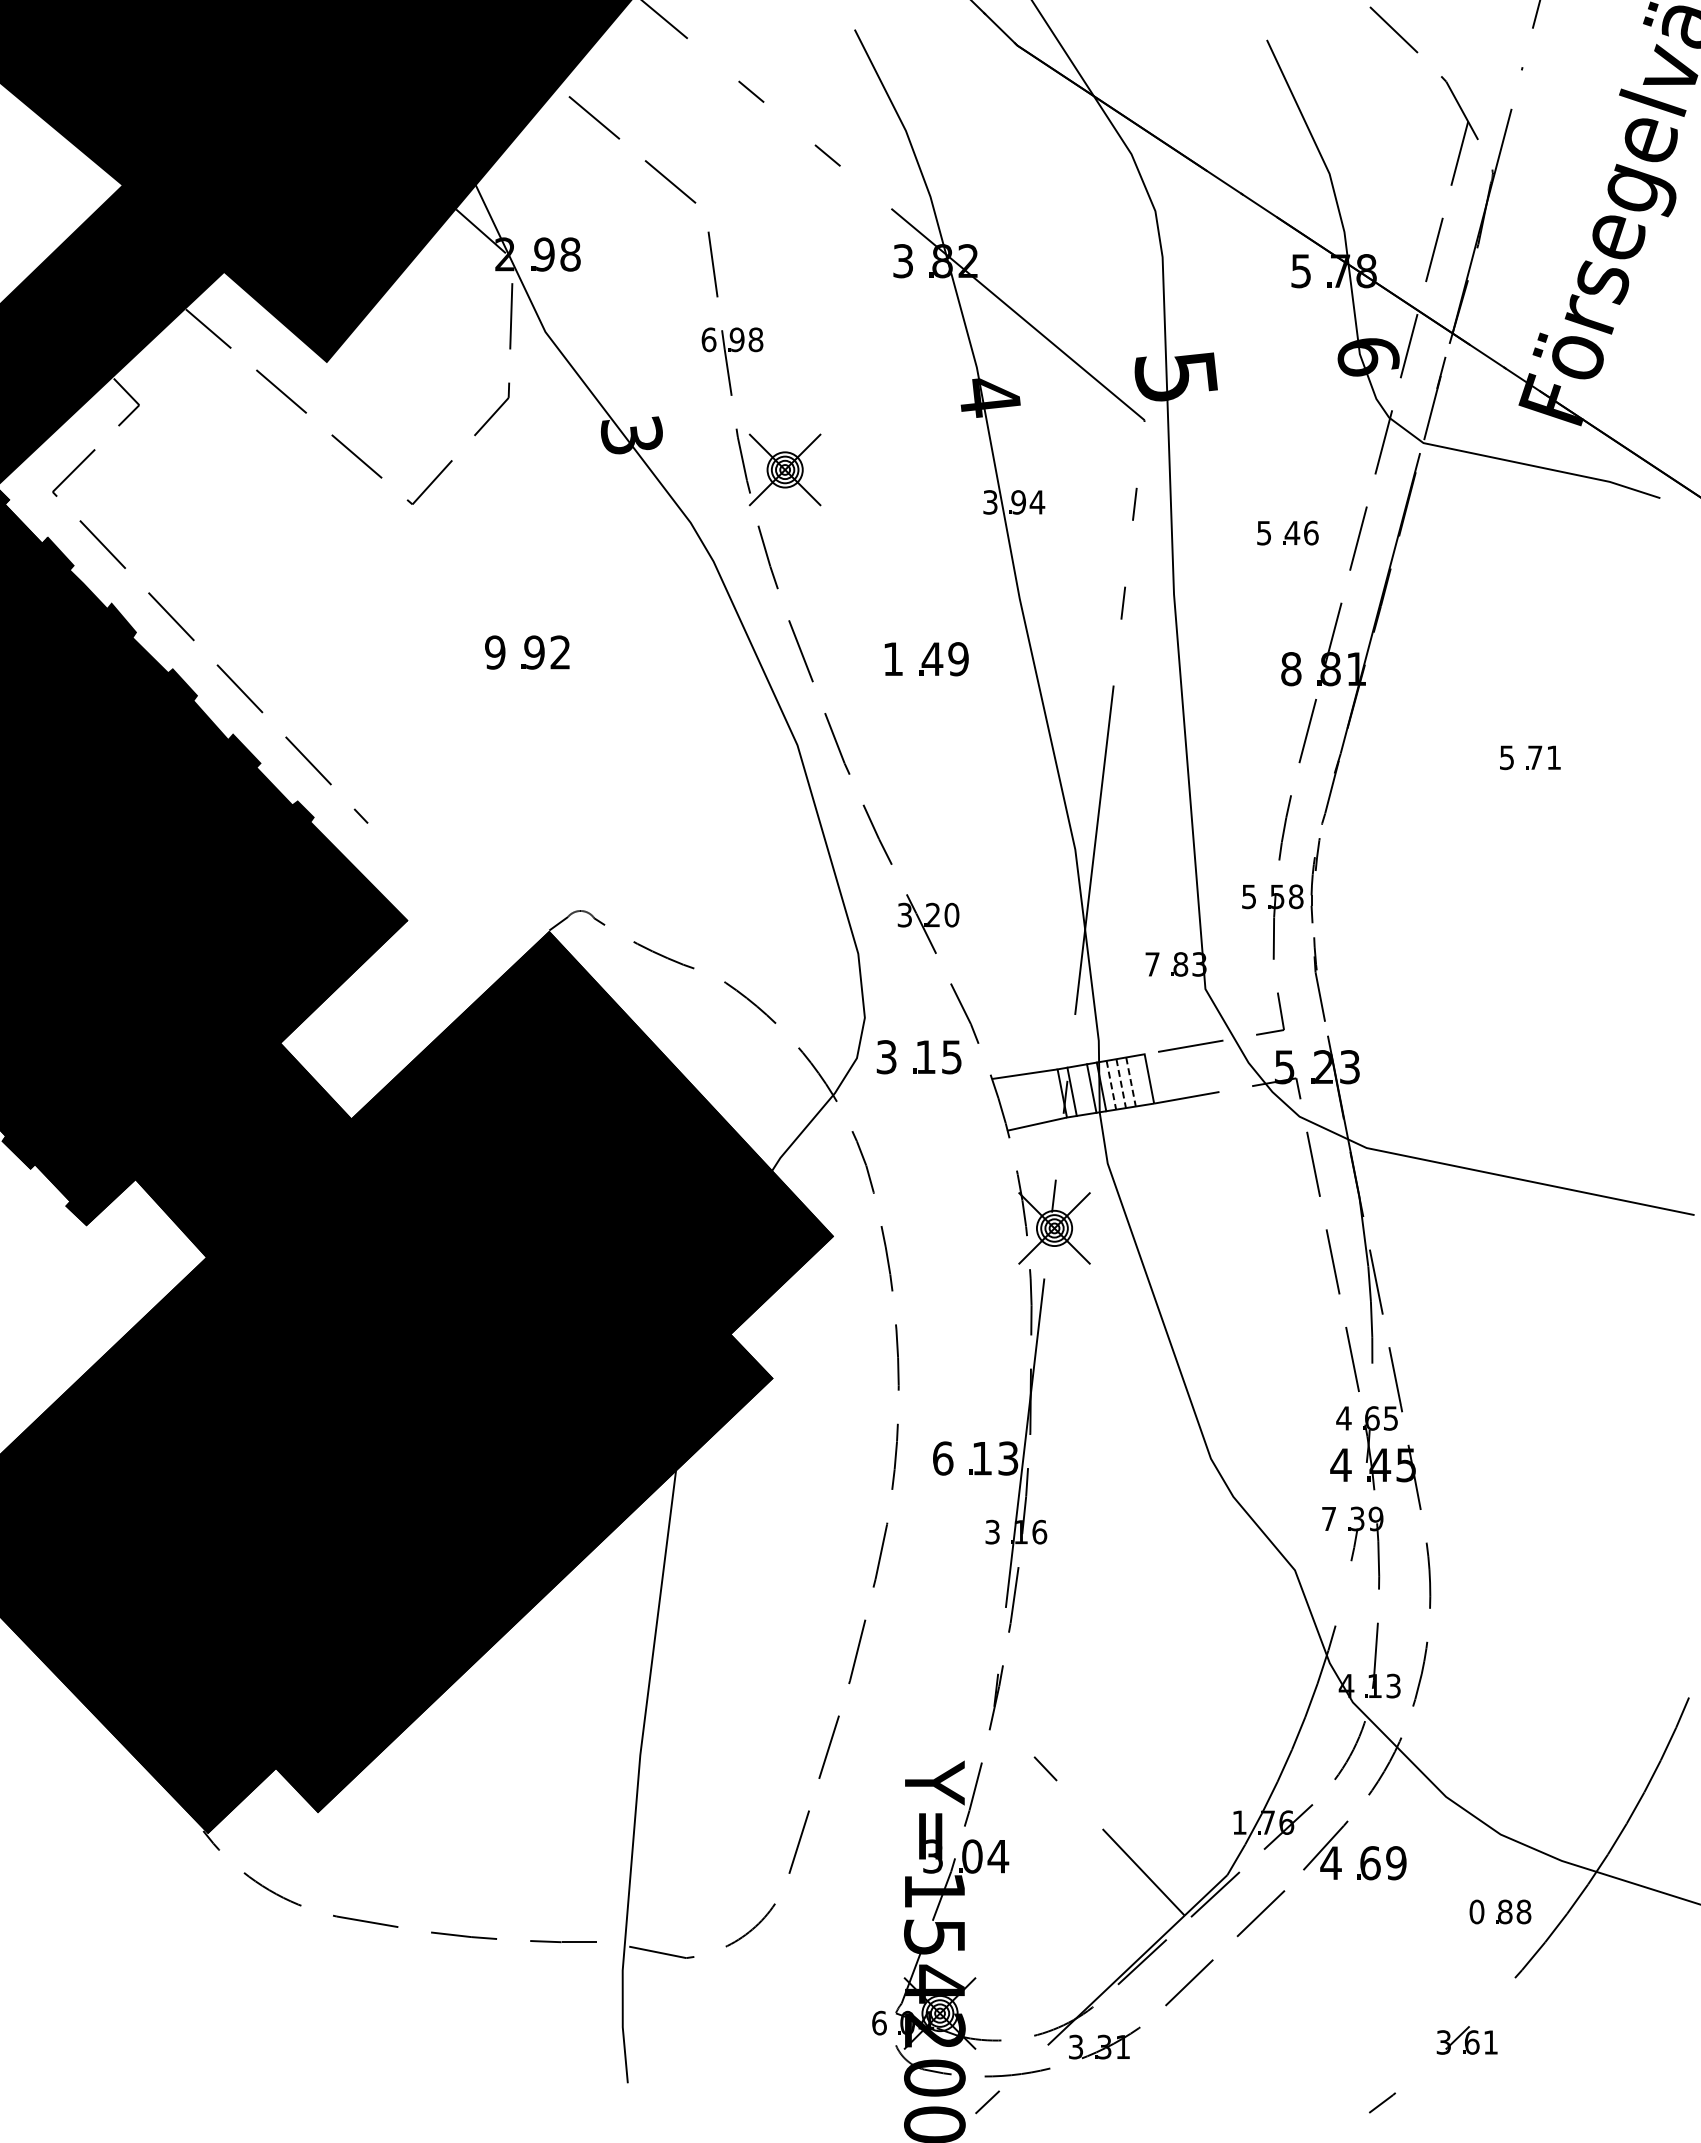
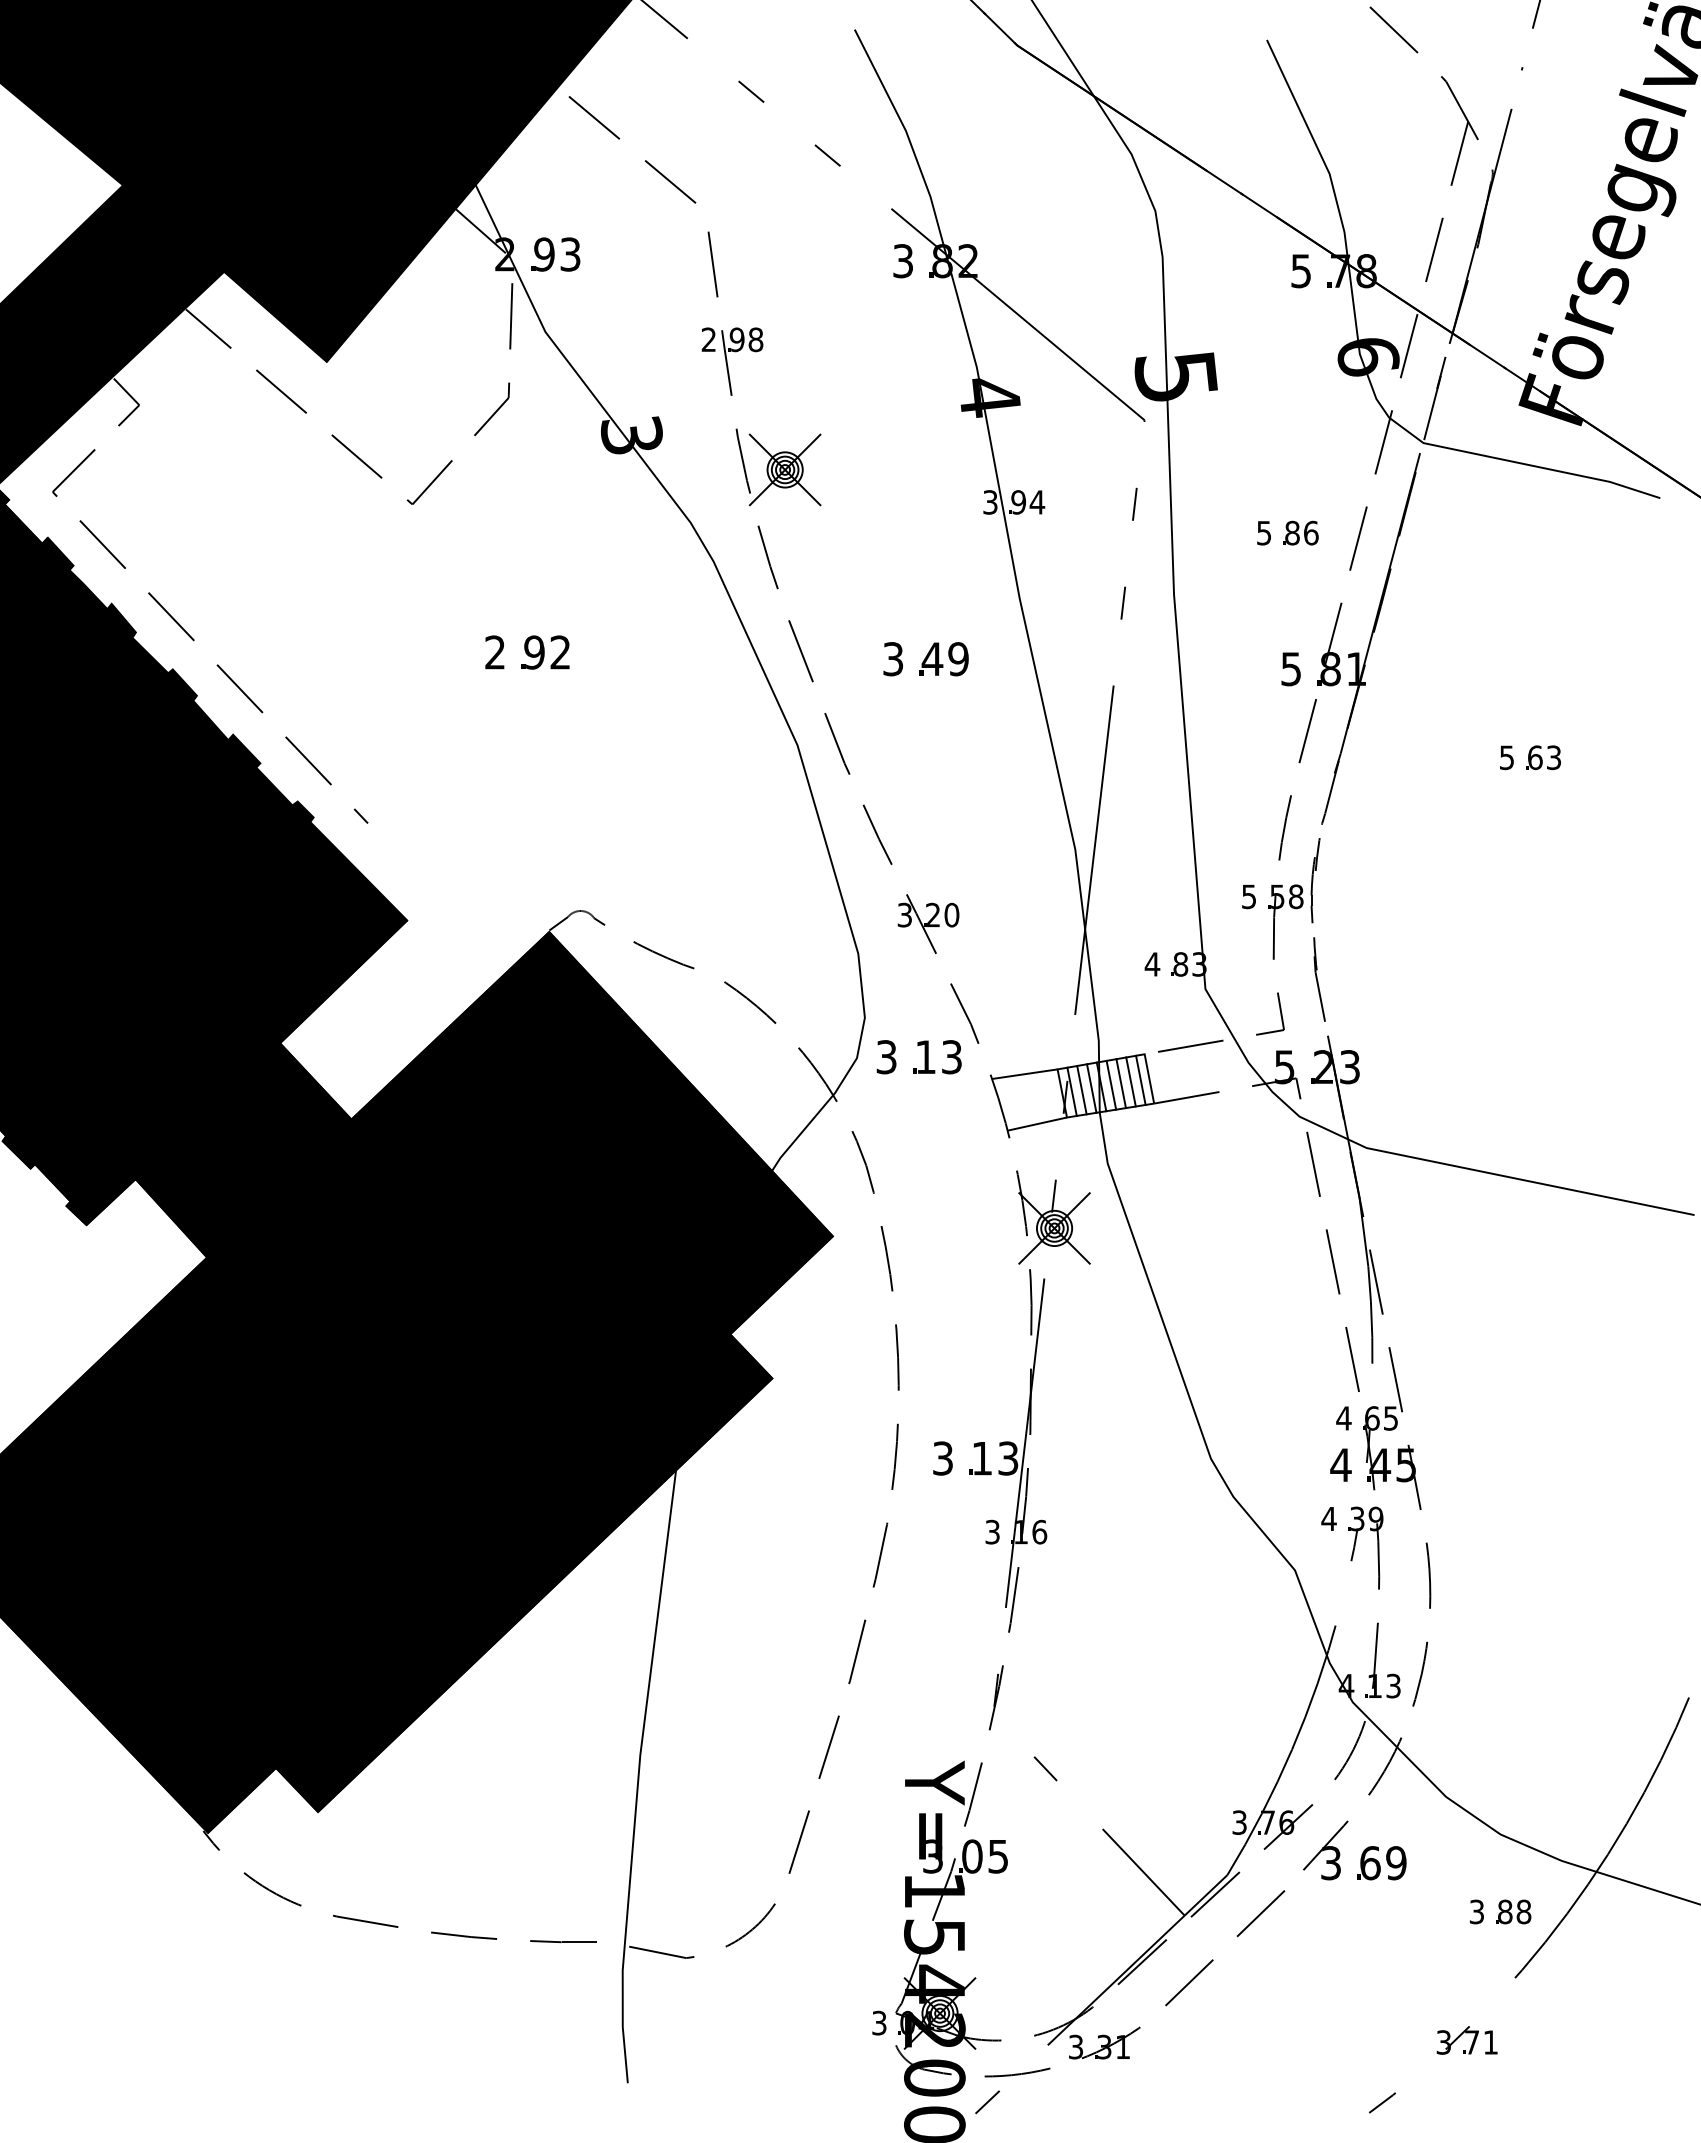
text at (570, 254): 98 -> 93
text at (708, 339): 6 -> 2
text at (1292, 532): 46 -> 86
text at (495, 652): 9 -> 2
text at (893, 659): 1 -> 3
text at (1291, 669): 8 -> 5
text at (1544, 757): 71 -> 63
text at (1152, 964): 7 -> 4
text at (951, 1056): 15 -> 13
line at (1140, 1079): none -> present
line at (1131, 1081): dashed -> solid
line at (1121, 1083): dashed -> solid
line at (1111, 1085): dashed -> solid
line at (1081, 1089): none -> present
text at (943, 1458): 6 -> 3
text at (1328, 1518): 7 -> 4
text at (1239, 1822): 1 -> 3
text at (998, 1856): 04 -> 05
text at (1330, 1863): 4 -> 3
text at (1476, 1911): 0 -> 3
text at (879, 2022): 6 -> 3
text at (1472, 2042): 61 -> 71
